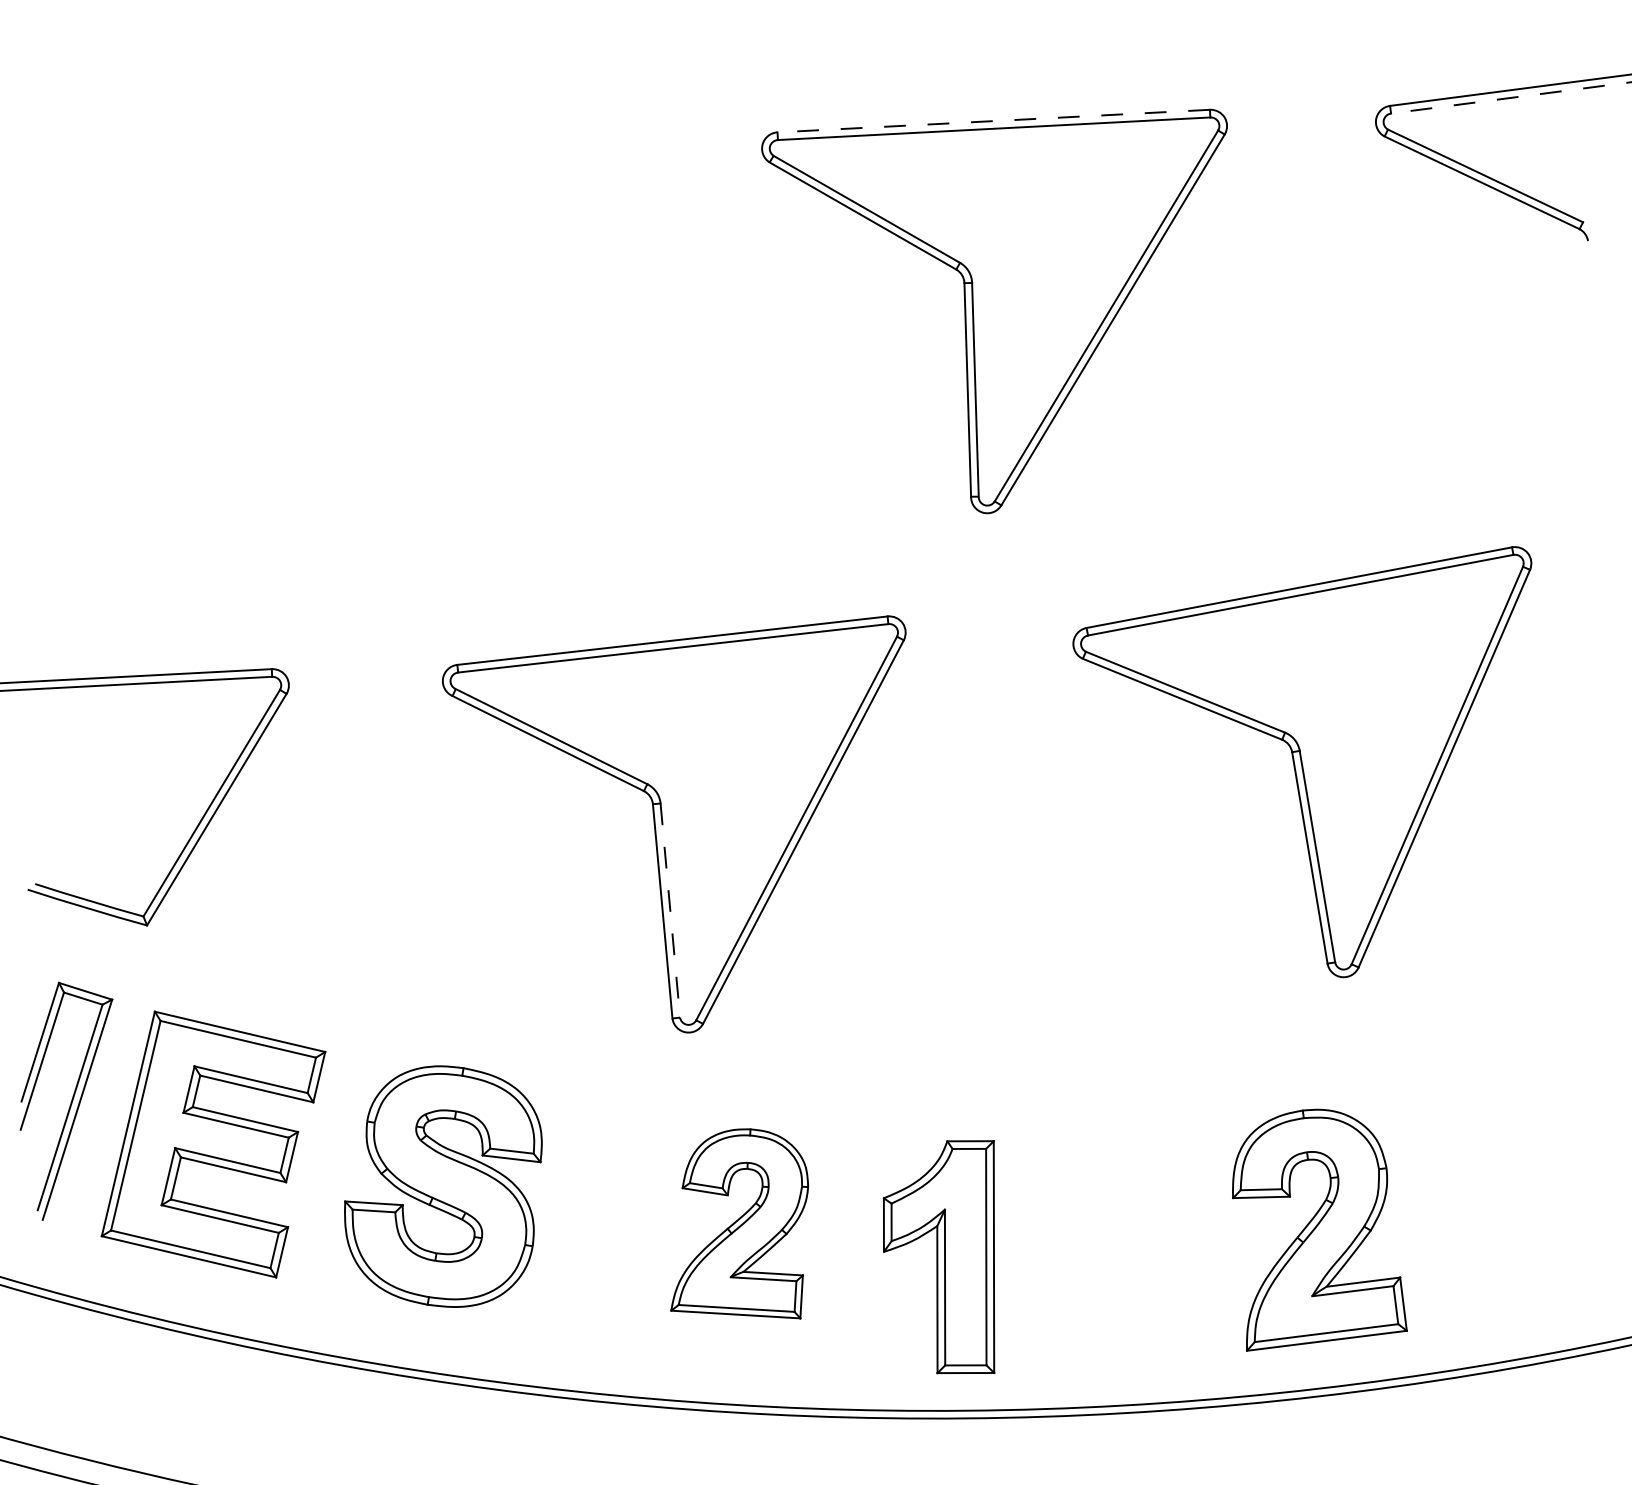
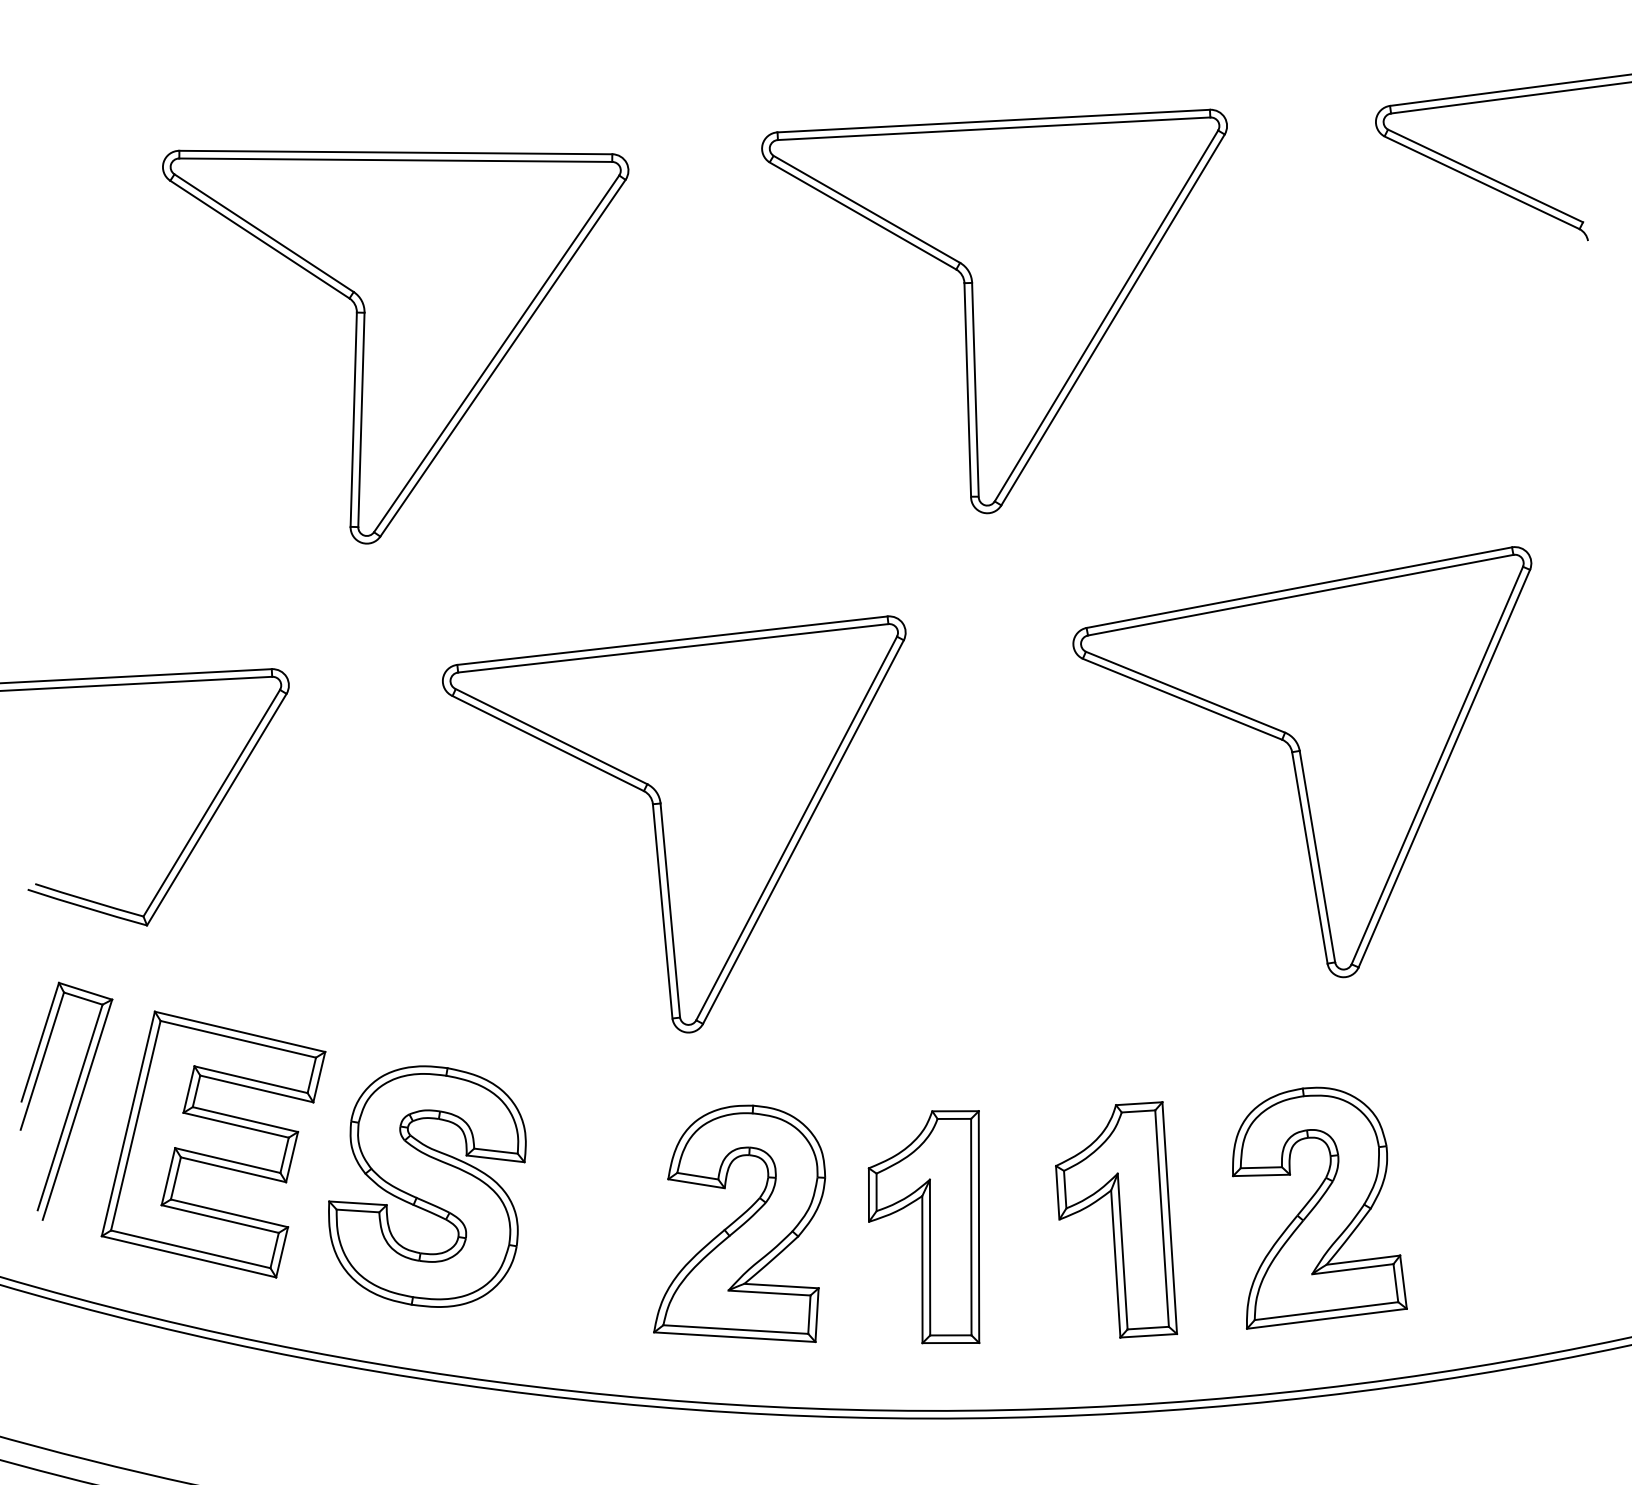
line at (1511, 97): dashed -> solid
line at (993, 121): dashed -> solid
part at (395, 346): none -> present
line at (670, 911): dashed -> solid
part at (443, 1186) position: (443, 1186) -> (427, 1186)
part at (1116, 1219): none -> present
part at (739, 1223) size: 139x192 px -> 174x240 px
part at (1319, 1229) position: (1319, 1229) -> (1319, 1207)
part at (938, 1257) position: (938, 1257) -> (923, 1227)
